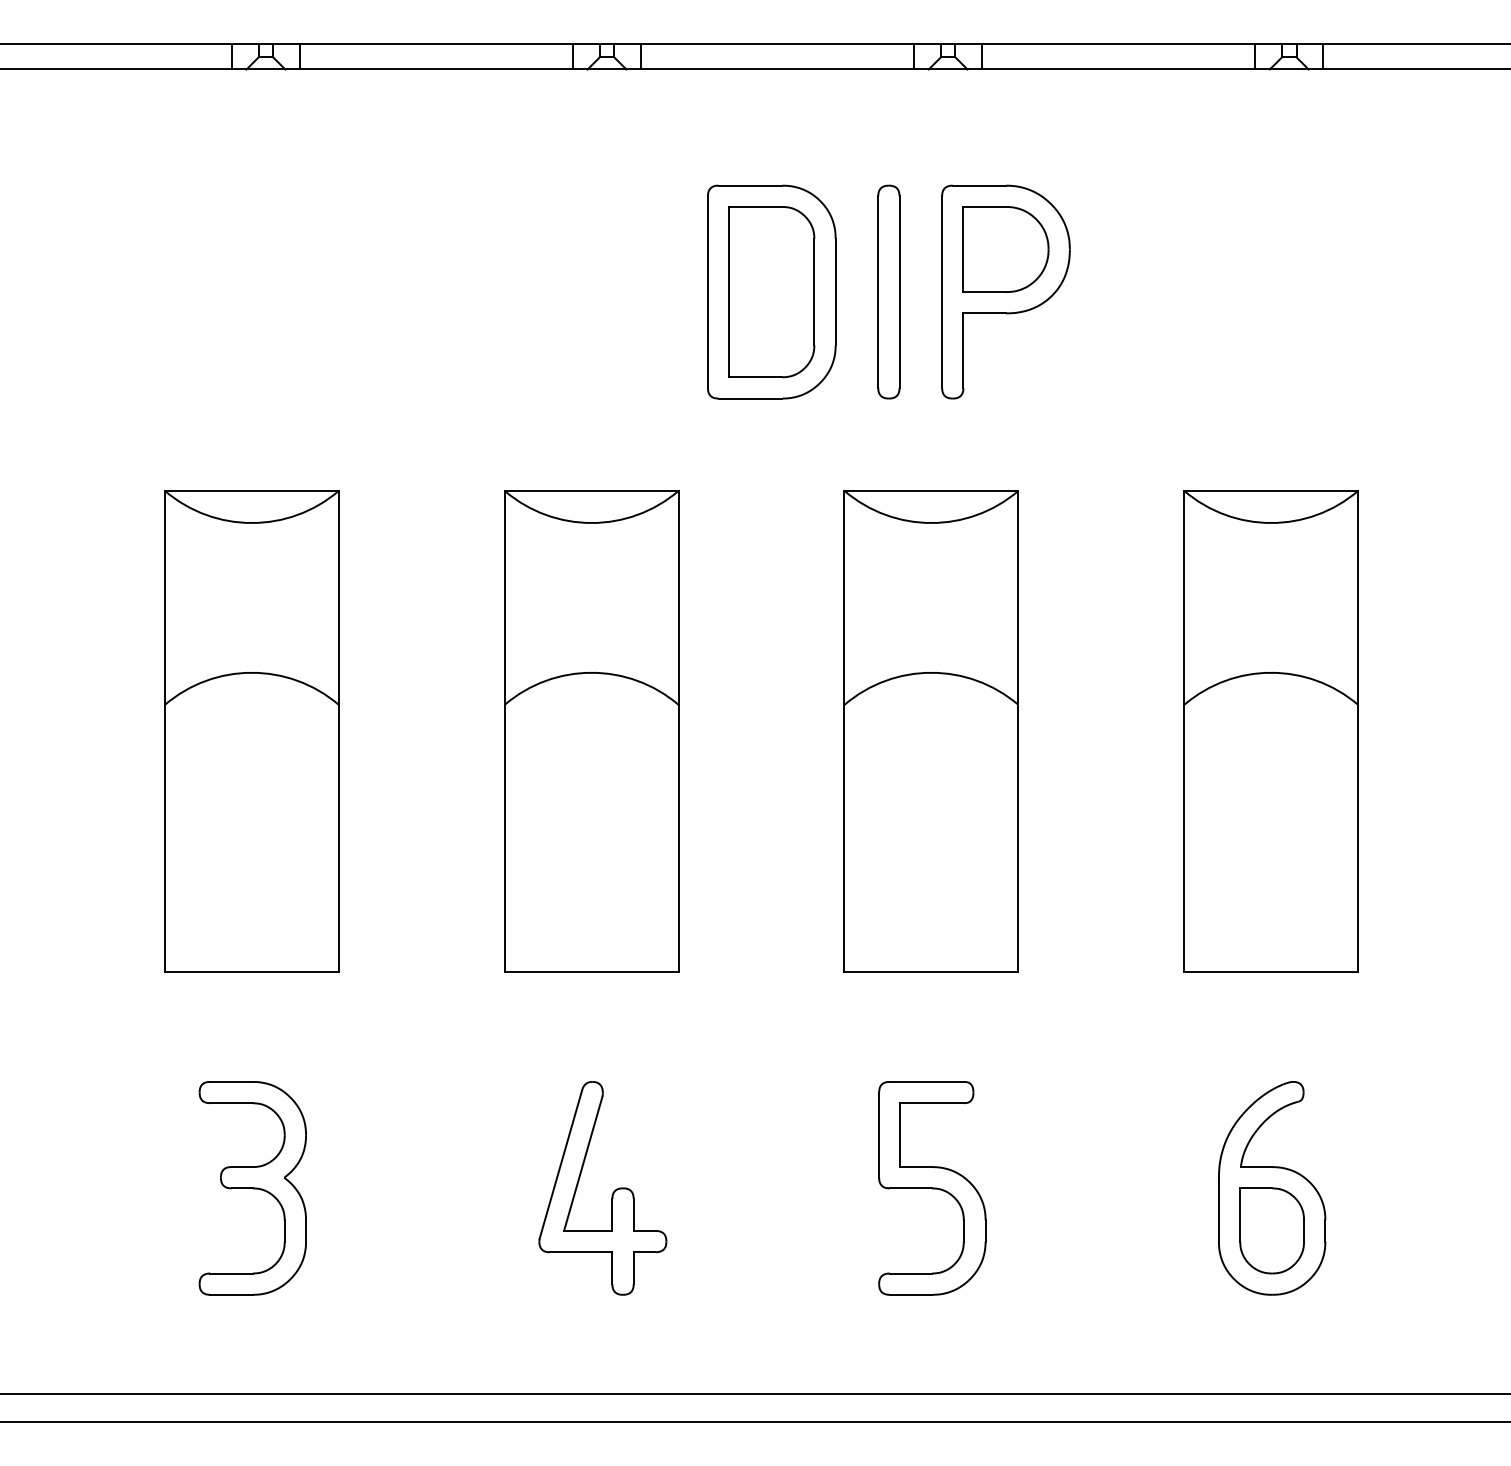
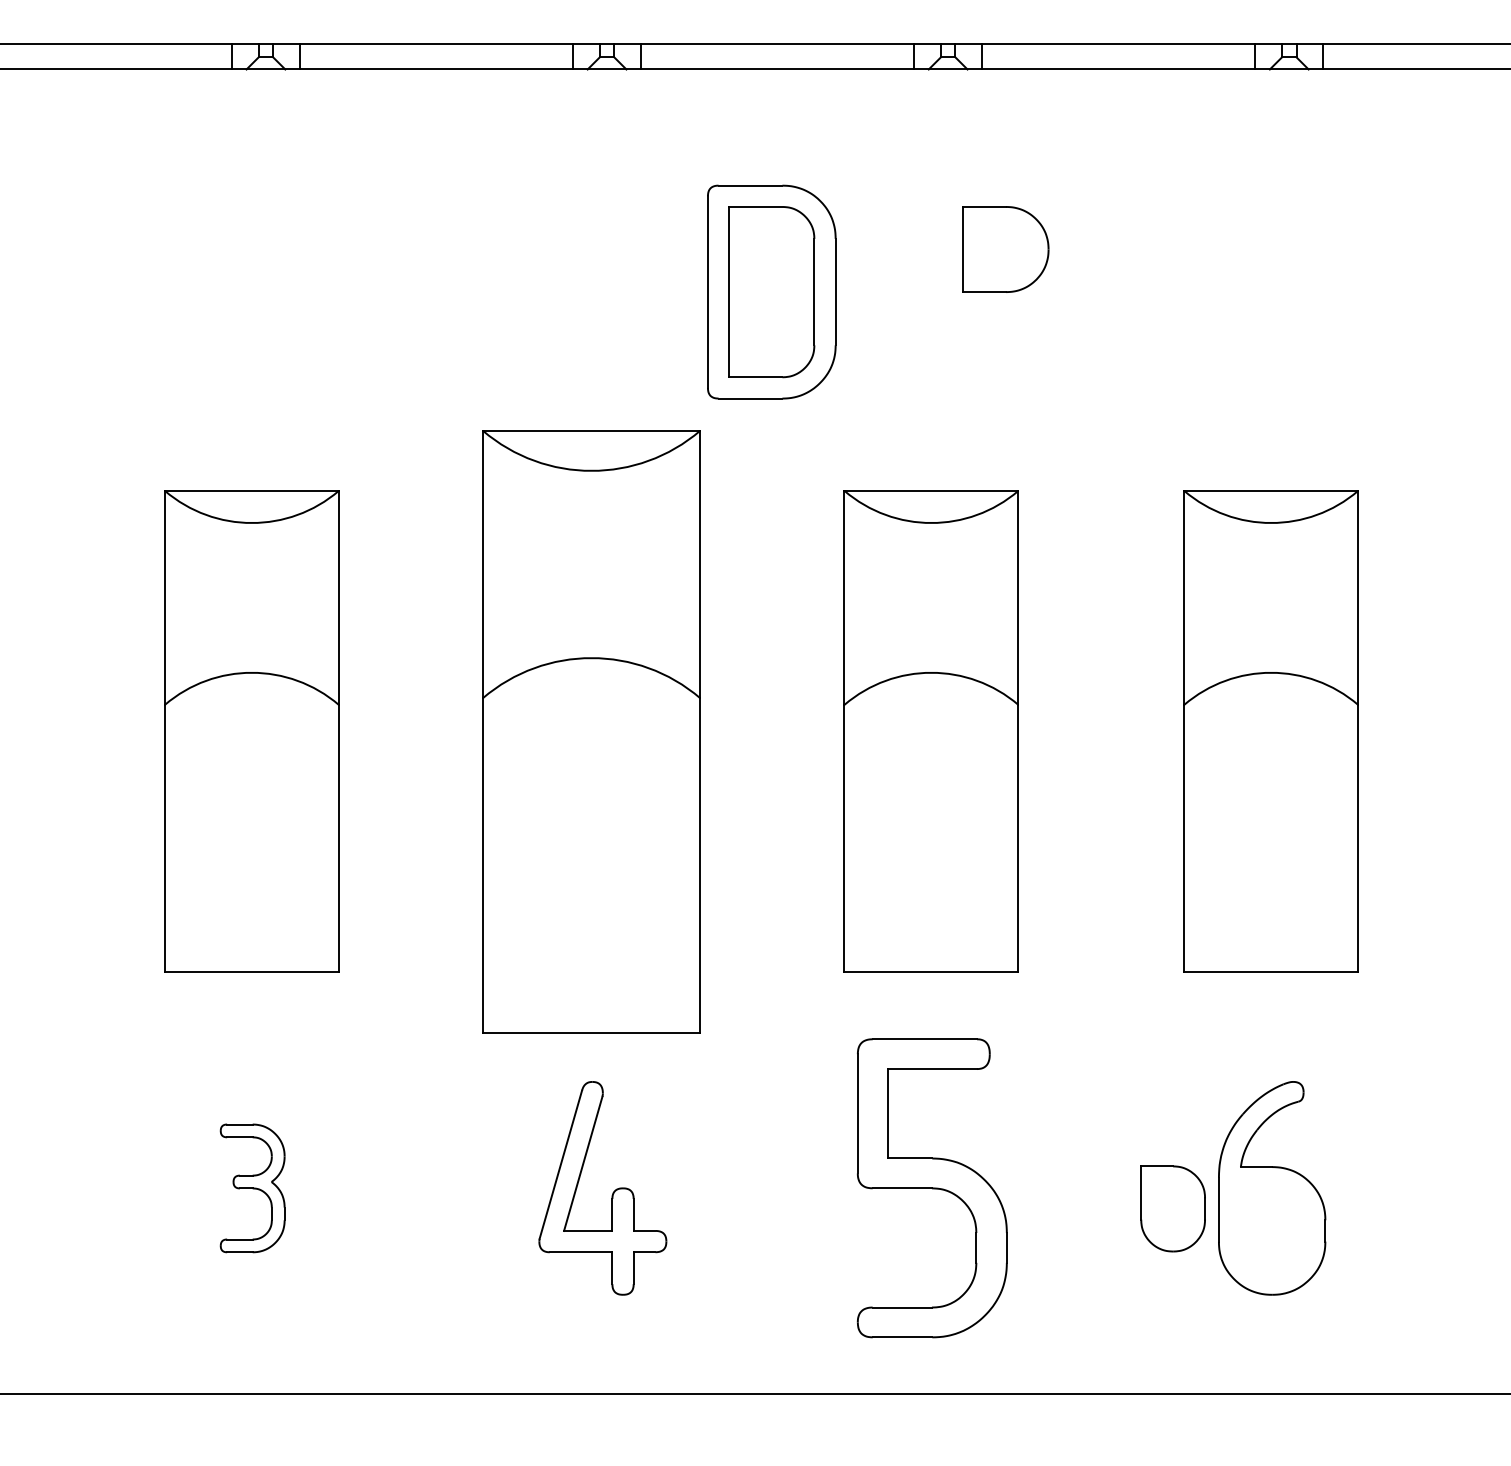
part at (888, 291): present -> none
part at (1005, 291): present -> none
part at (591, 731) size: 176x483 px -> 219x604 px
part at (252, 1188) size: 109x215 px -> 67x131 px
part at (932, 1188) size: 109x215 px -> 152x301 px
part at (1271, 1230) position: (1271, 1230) -> (1172, 1208)
line at (754, 1421): present -> none
